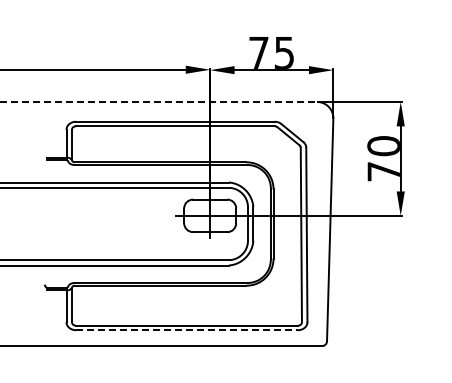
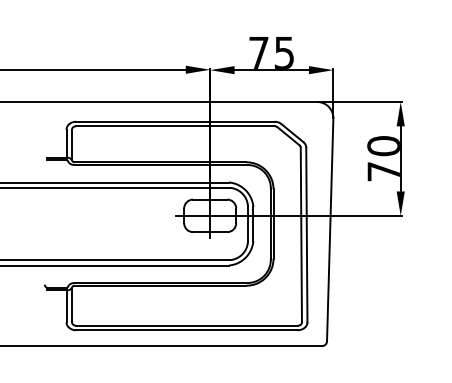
line at (159, 101): dashed -> solid
line at (186, 330): dashed -> solid
